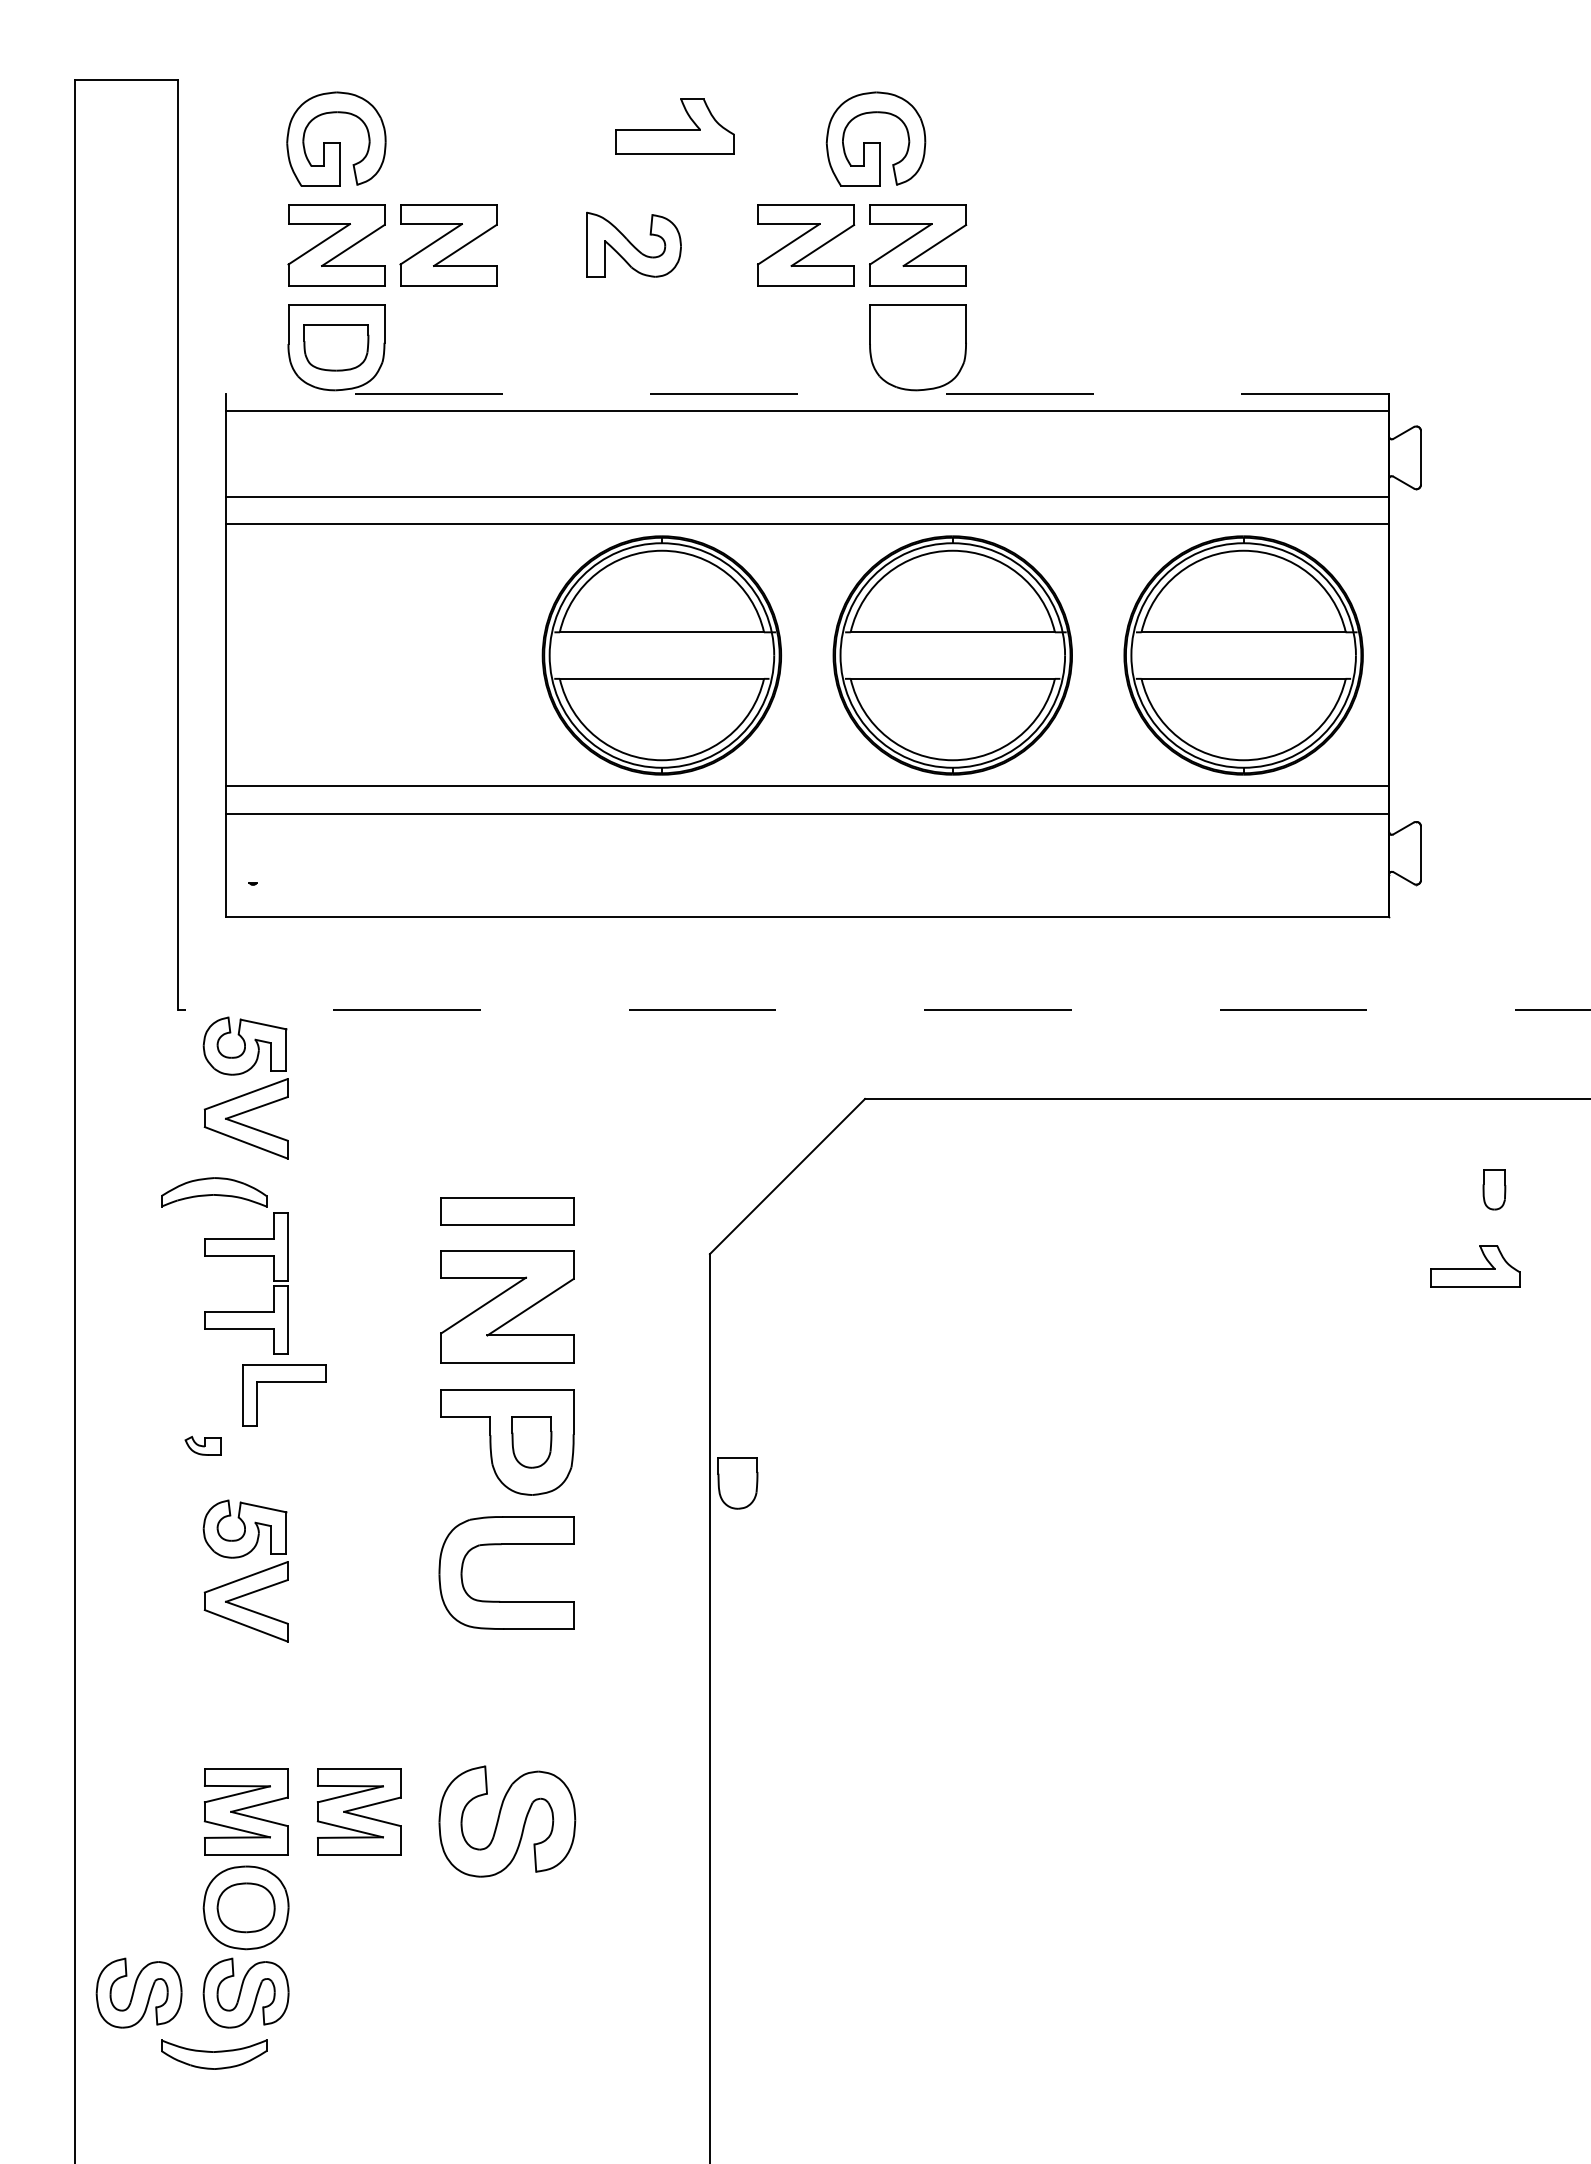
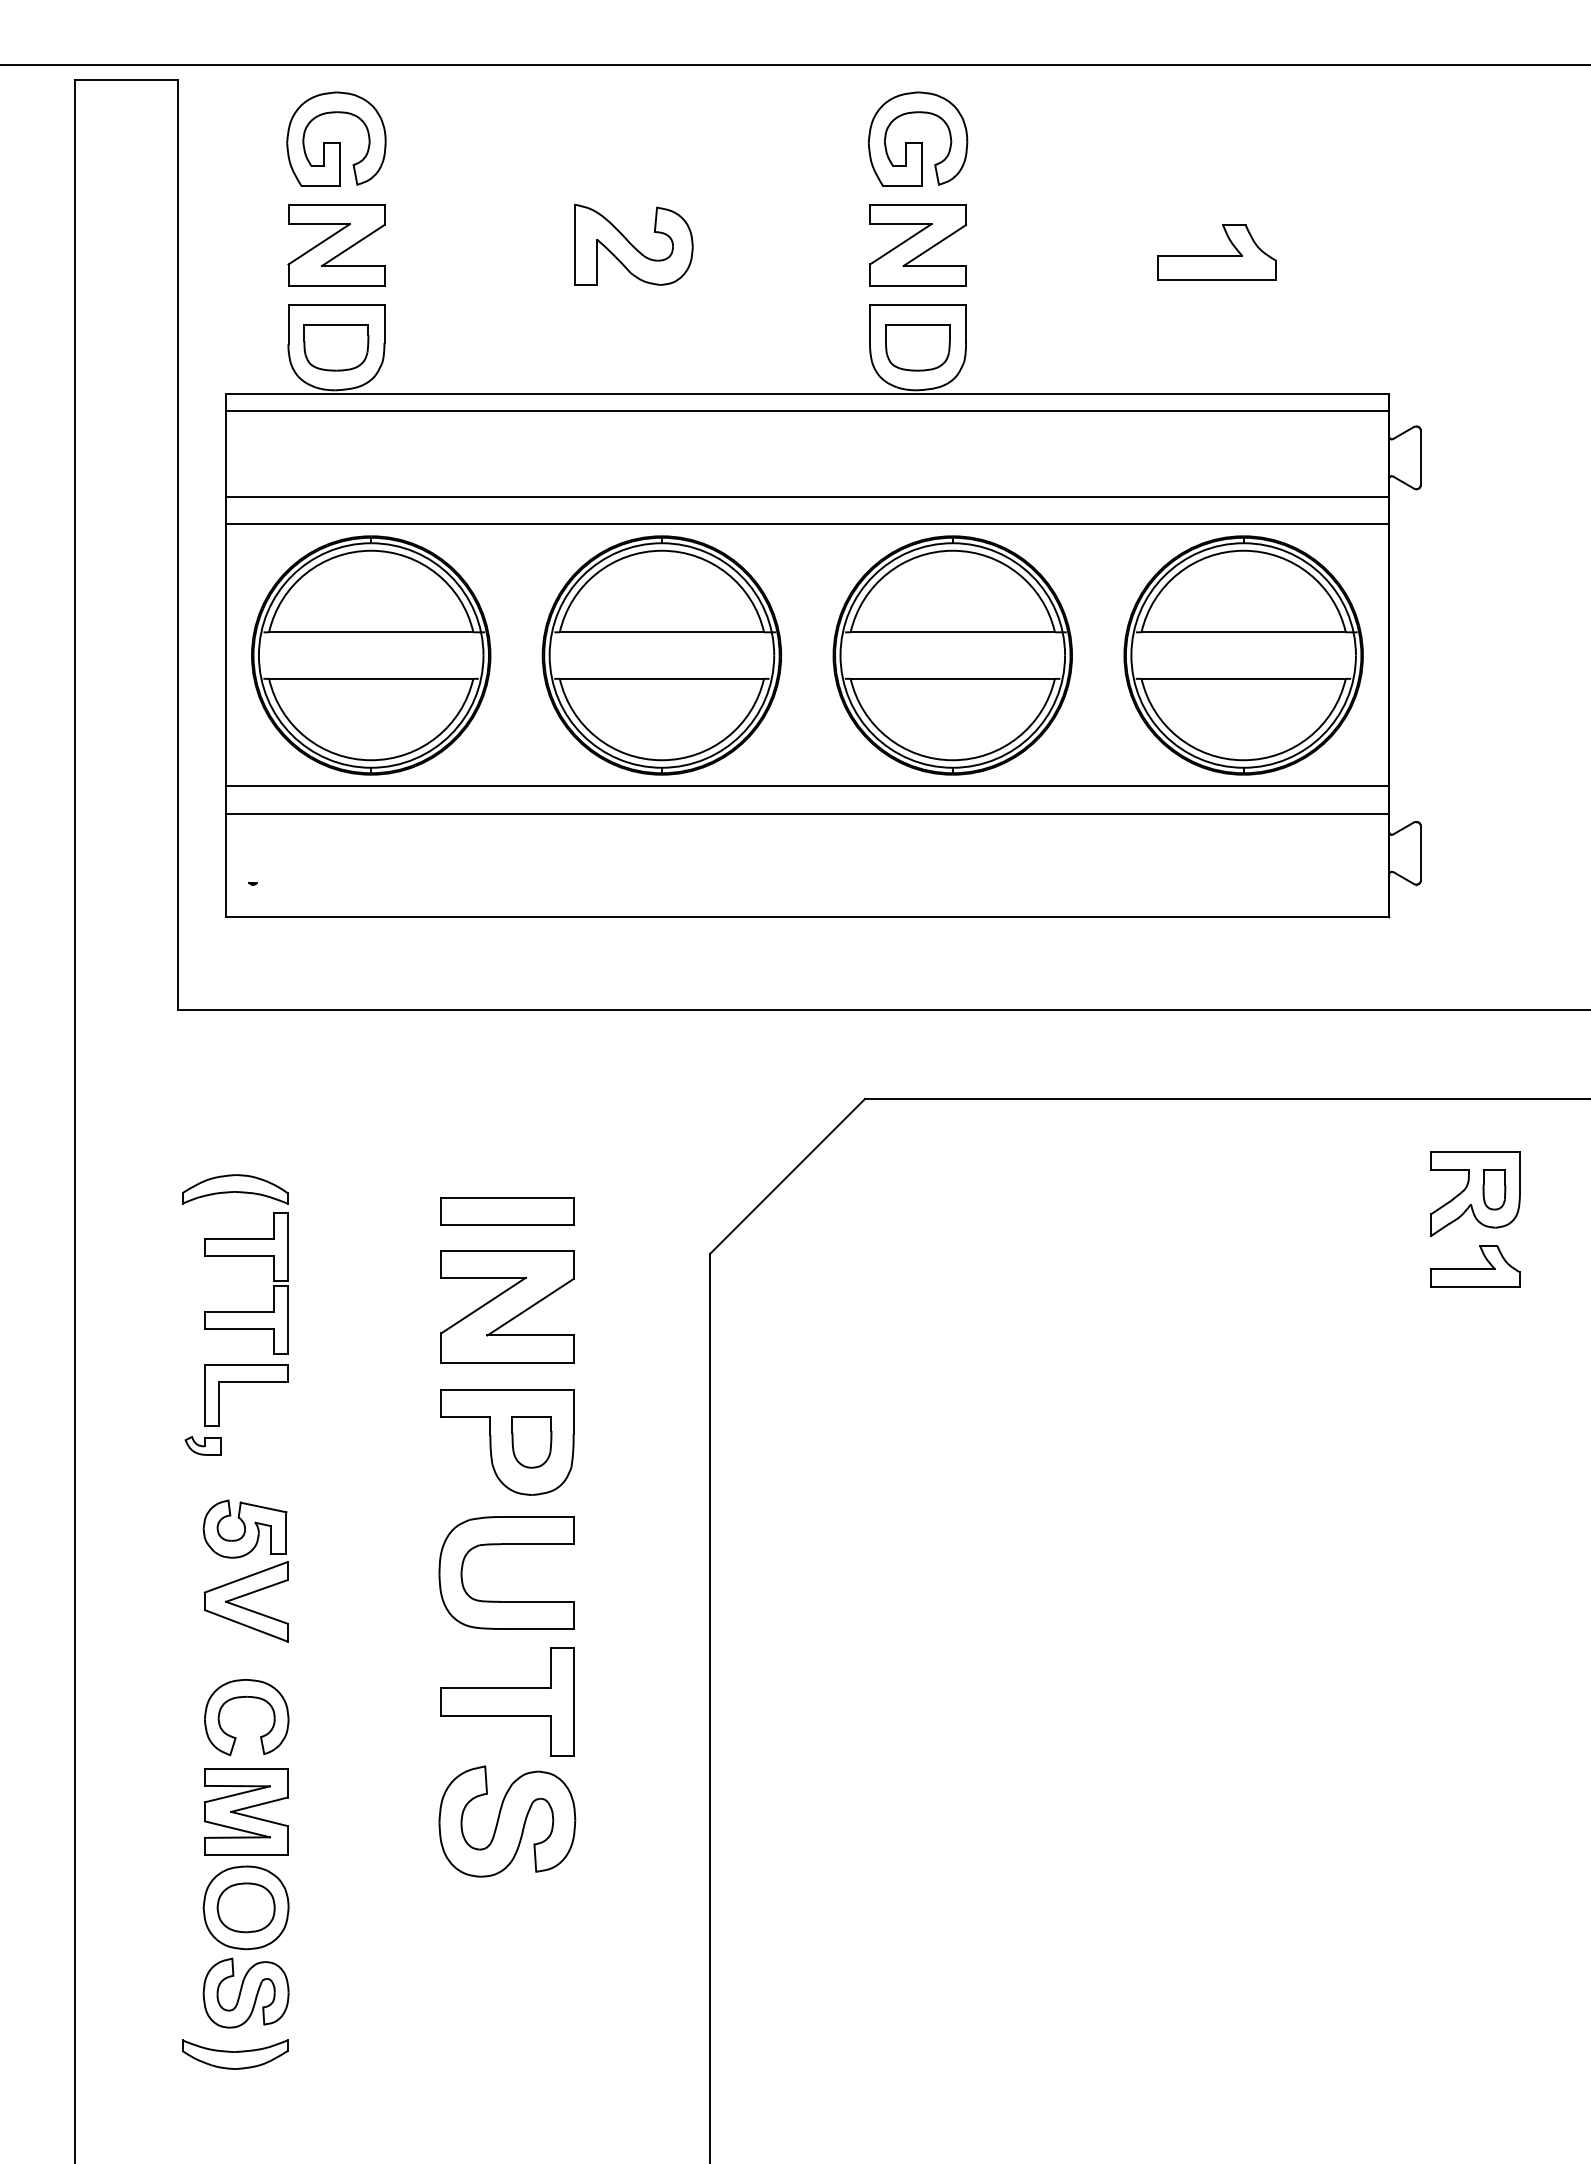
line at (794, 64): none -> present
part at (674, 126) position: (674, 126) -> (1216, 252)
part at (875, 138) position: (875, 138) -> (917, 138)
part at (633, 244) size: 96x67 px -> 120x83 px
part at (448, 245): present -> none
part at (806, 245): present -> none
part at (917, 347): none -> present
line at (807, 393): dashed -> solid
part at (371, 655): none -> present
line at (883, 1010): dashed -> solid
part at (245, 1087): present -> none
part at (214, 1192) position: (214, 1192) -> (235, 1189)
part at (1475, 1193): none -> present
part at (284, 1382) position: (284, 1382) -> (246, 1382)
part at (737, 1483): present -> none
part at (240, 1698): none -> present
part at (507, 1701): none -> present
part at (358, 1811): present -> none
part at (138, 1992): present -> none
part at (214, 2054) position: (214, 2054) -> (235, 2054)
